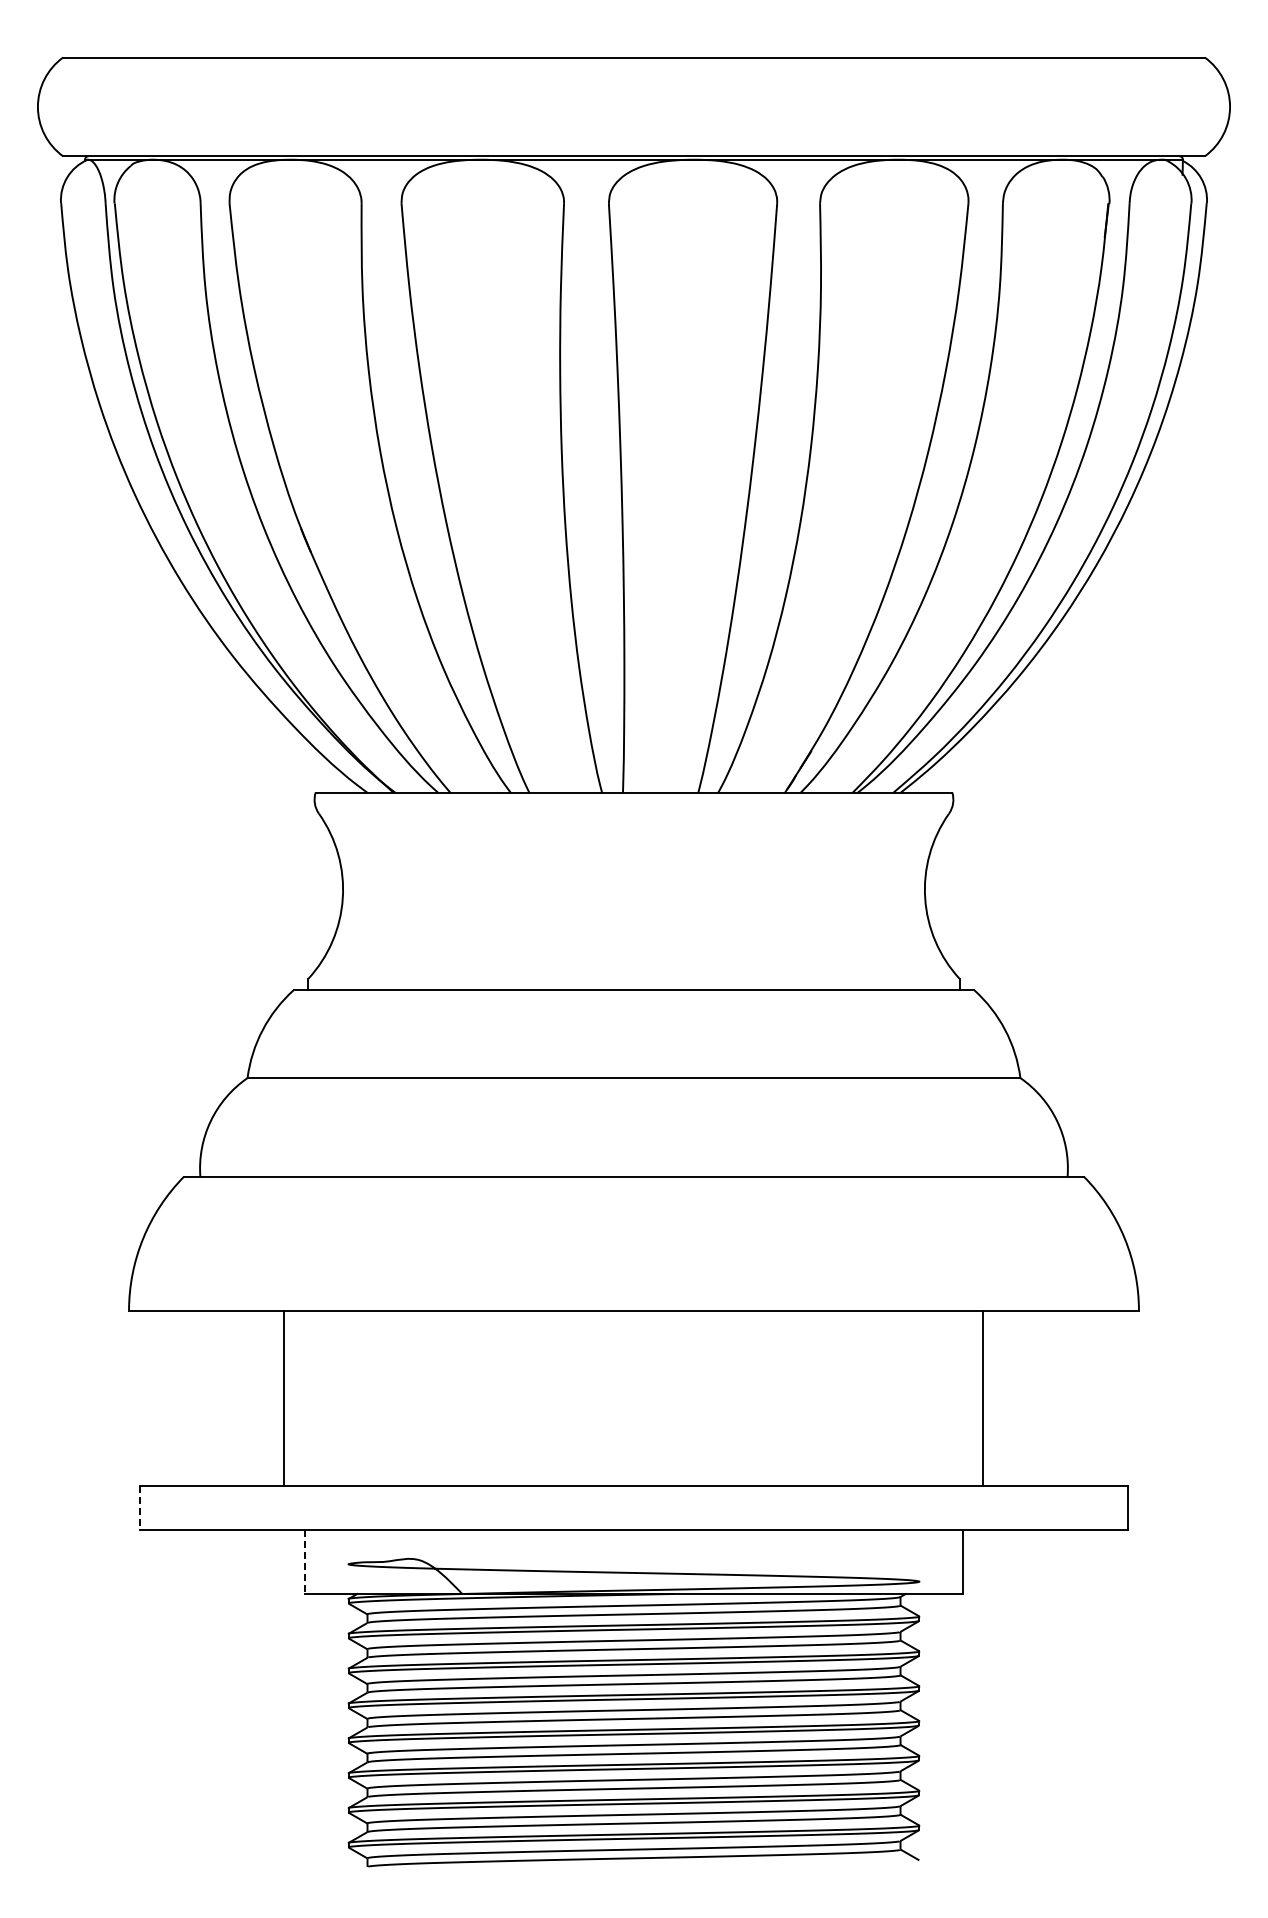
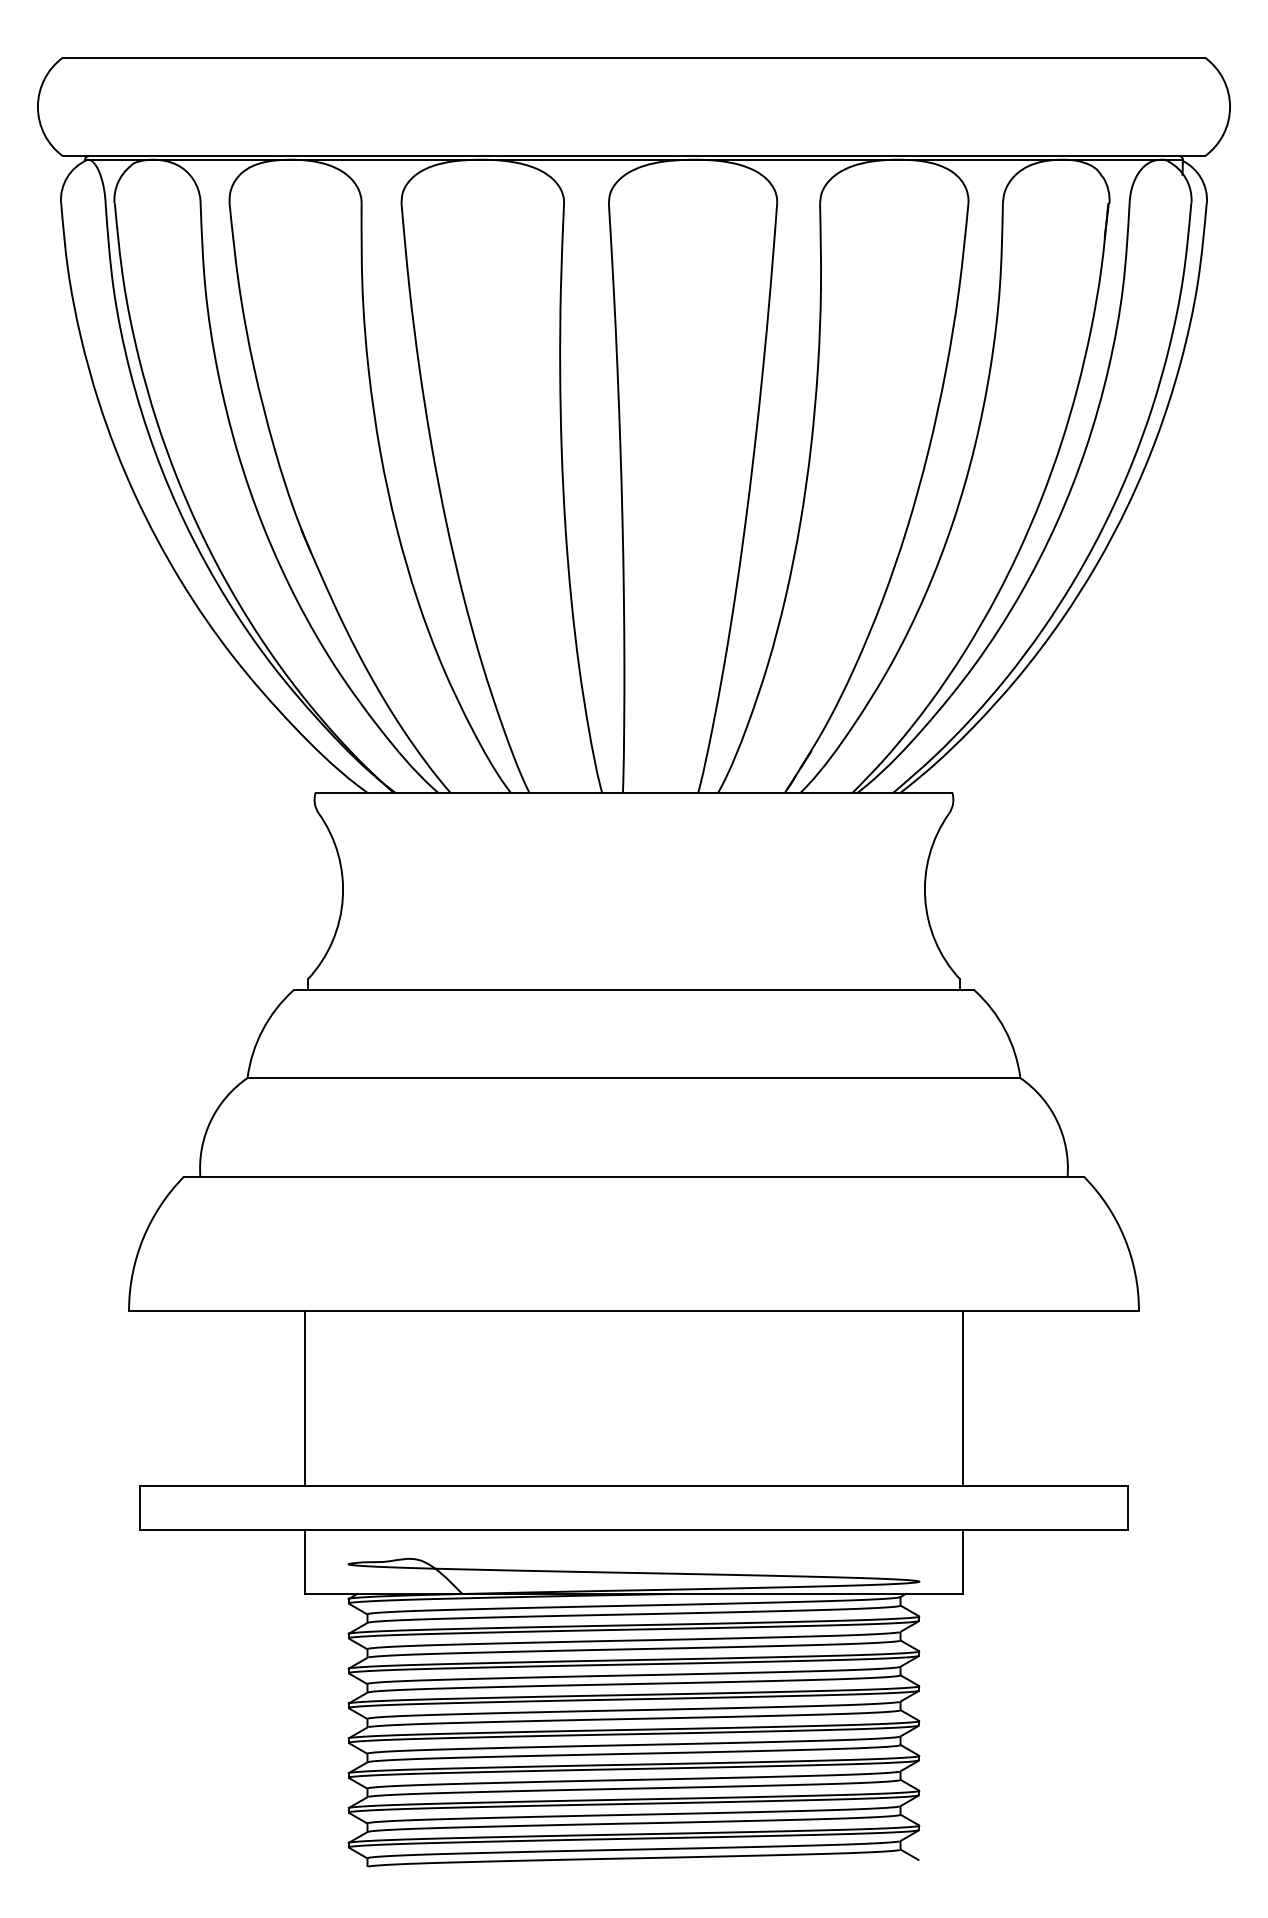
line at (283, 1398) position: (283, 1398) -> (304, 1398)
line at (983, 1398) position: (983, 1398) -> (963, 1398)
line at (140, 1508): dashed -> solid
line at (304, 1562): dashed -> solid
